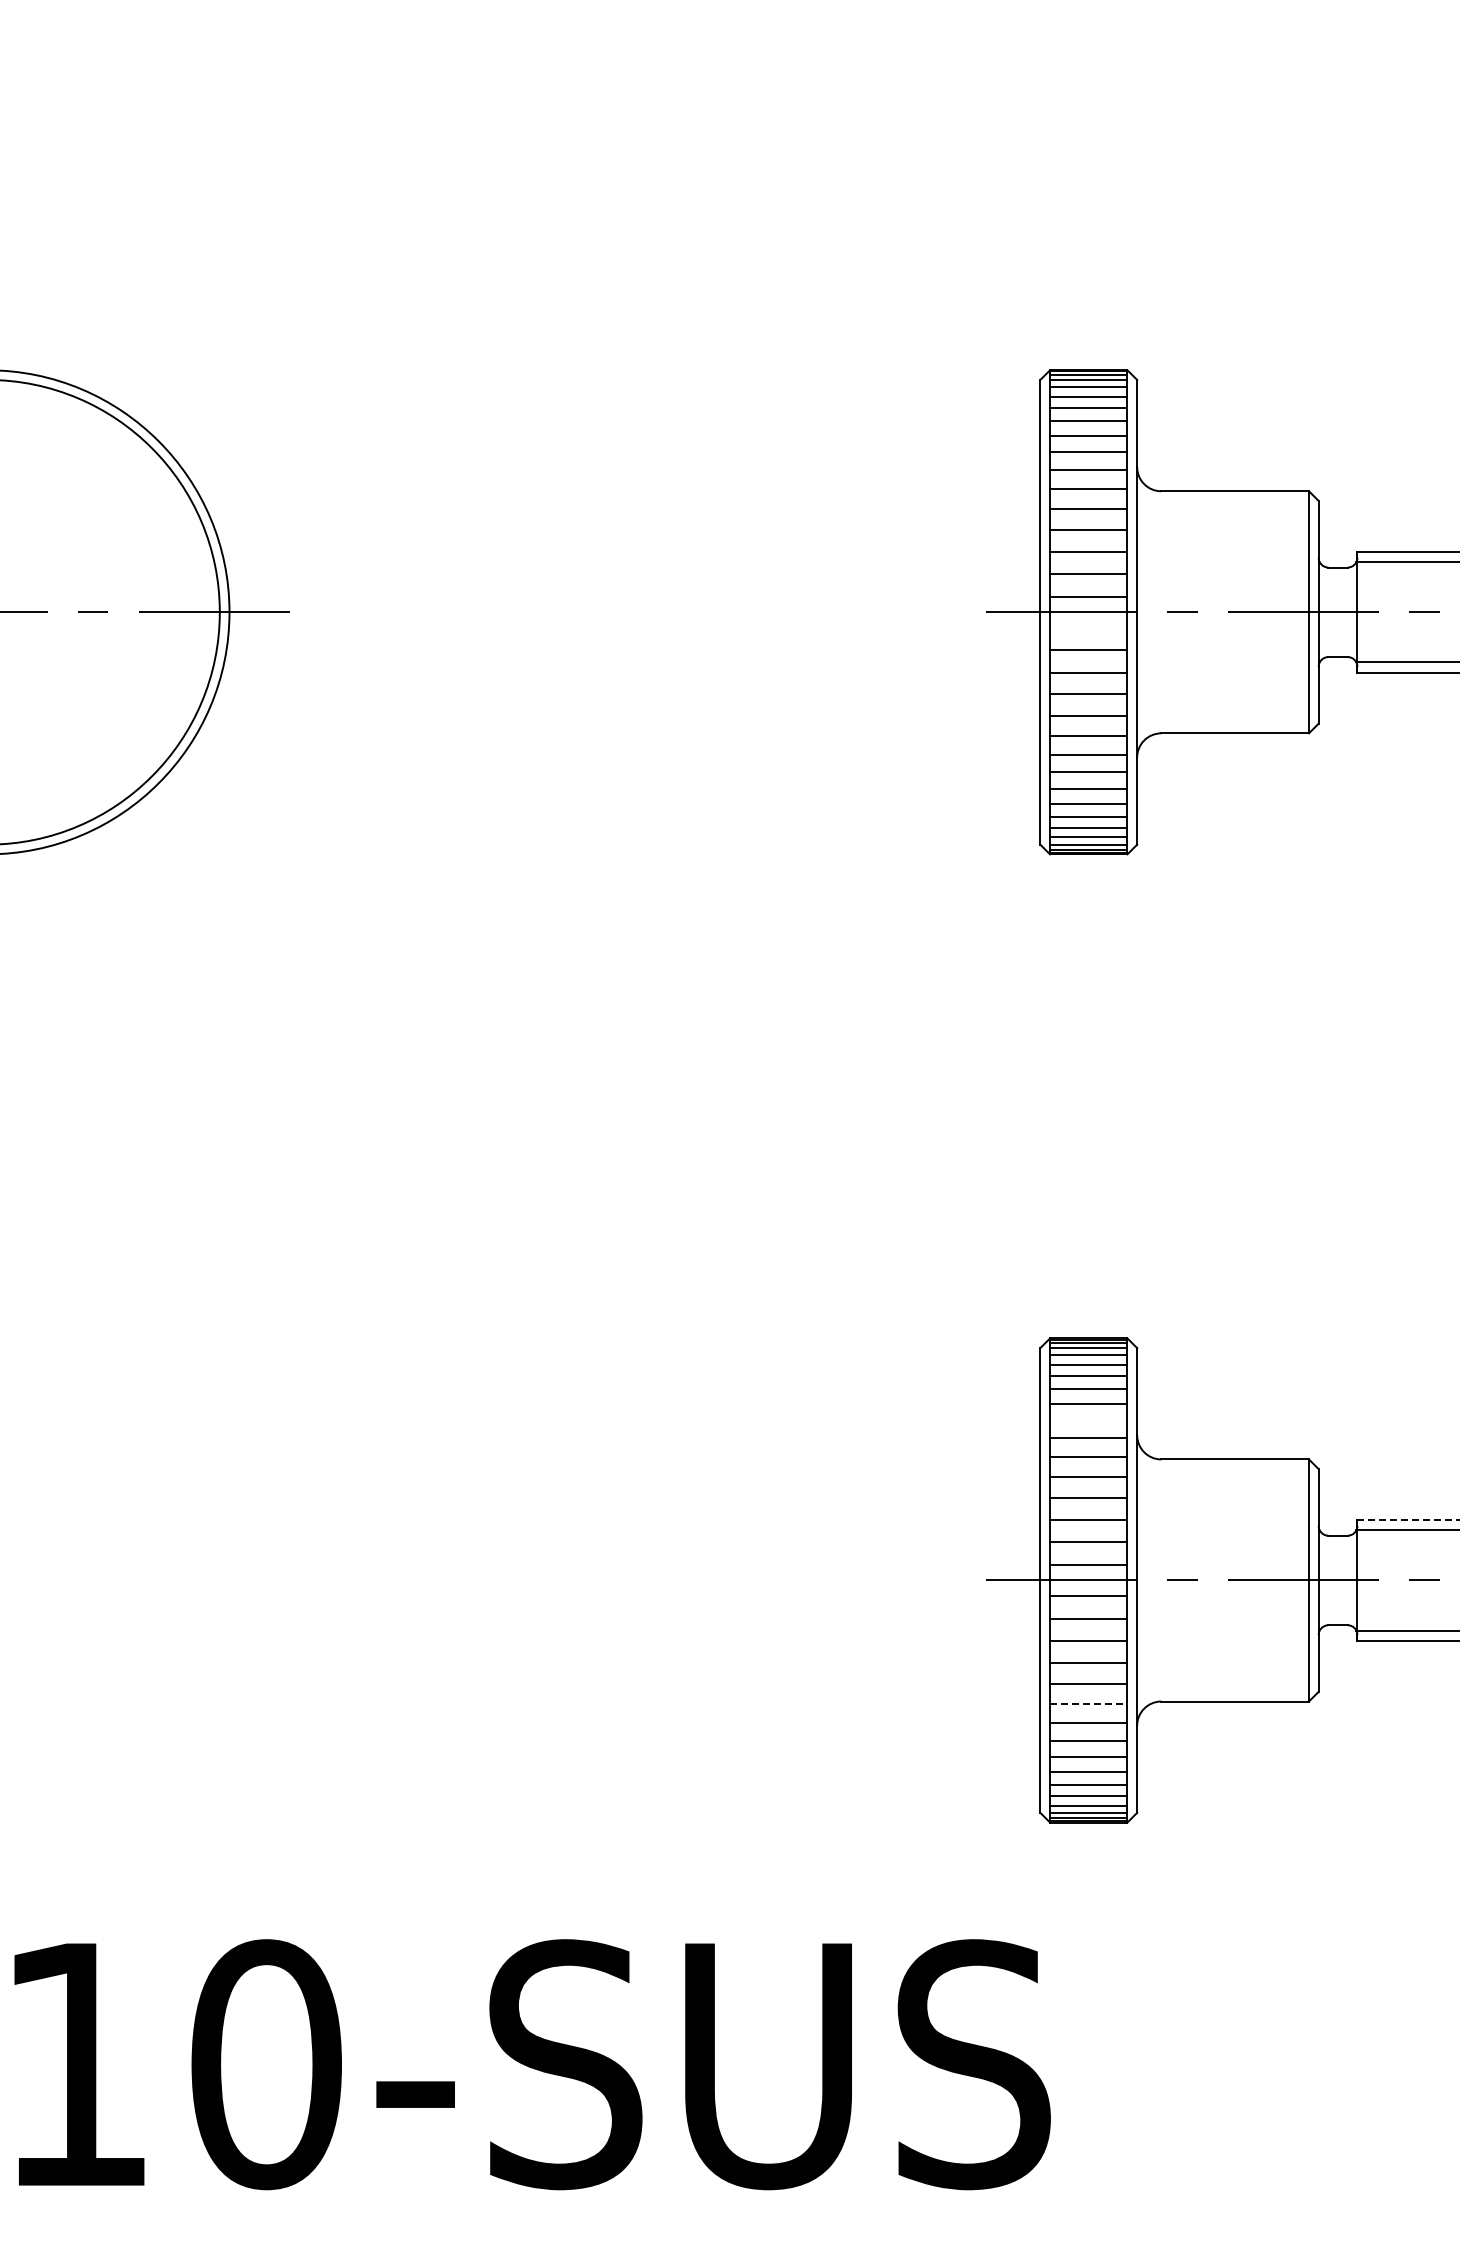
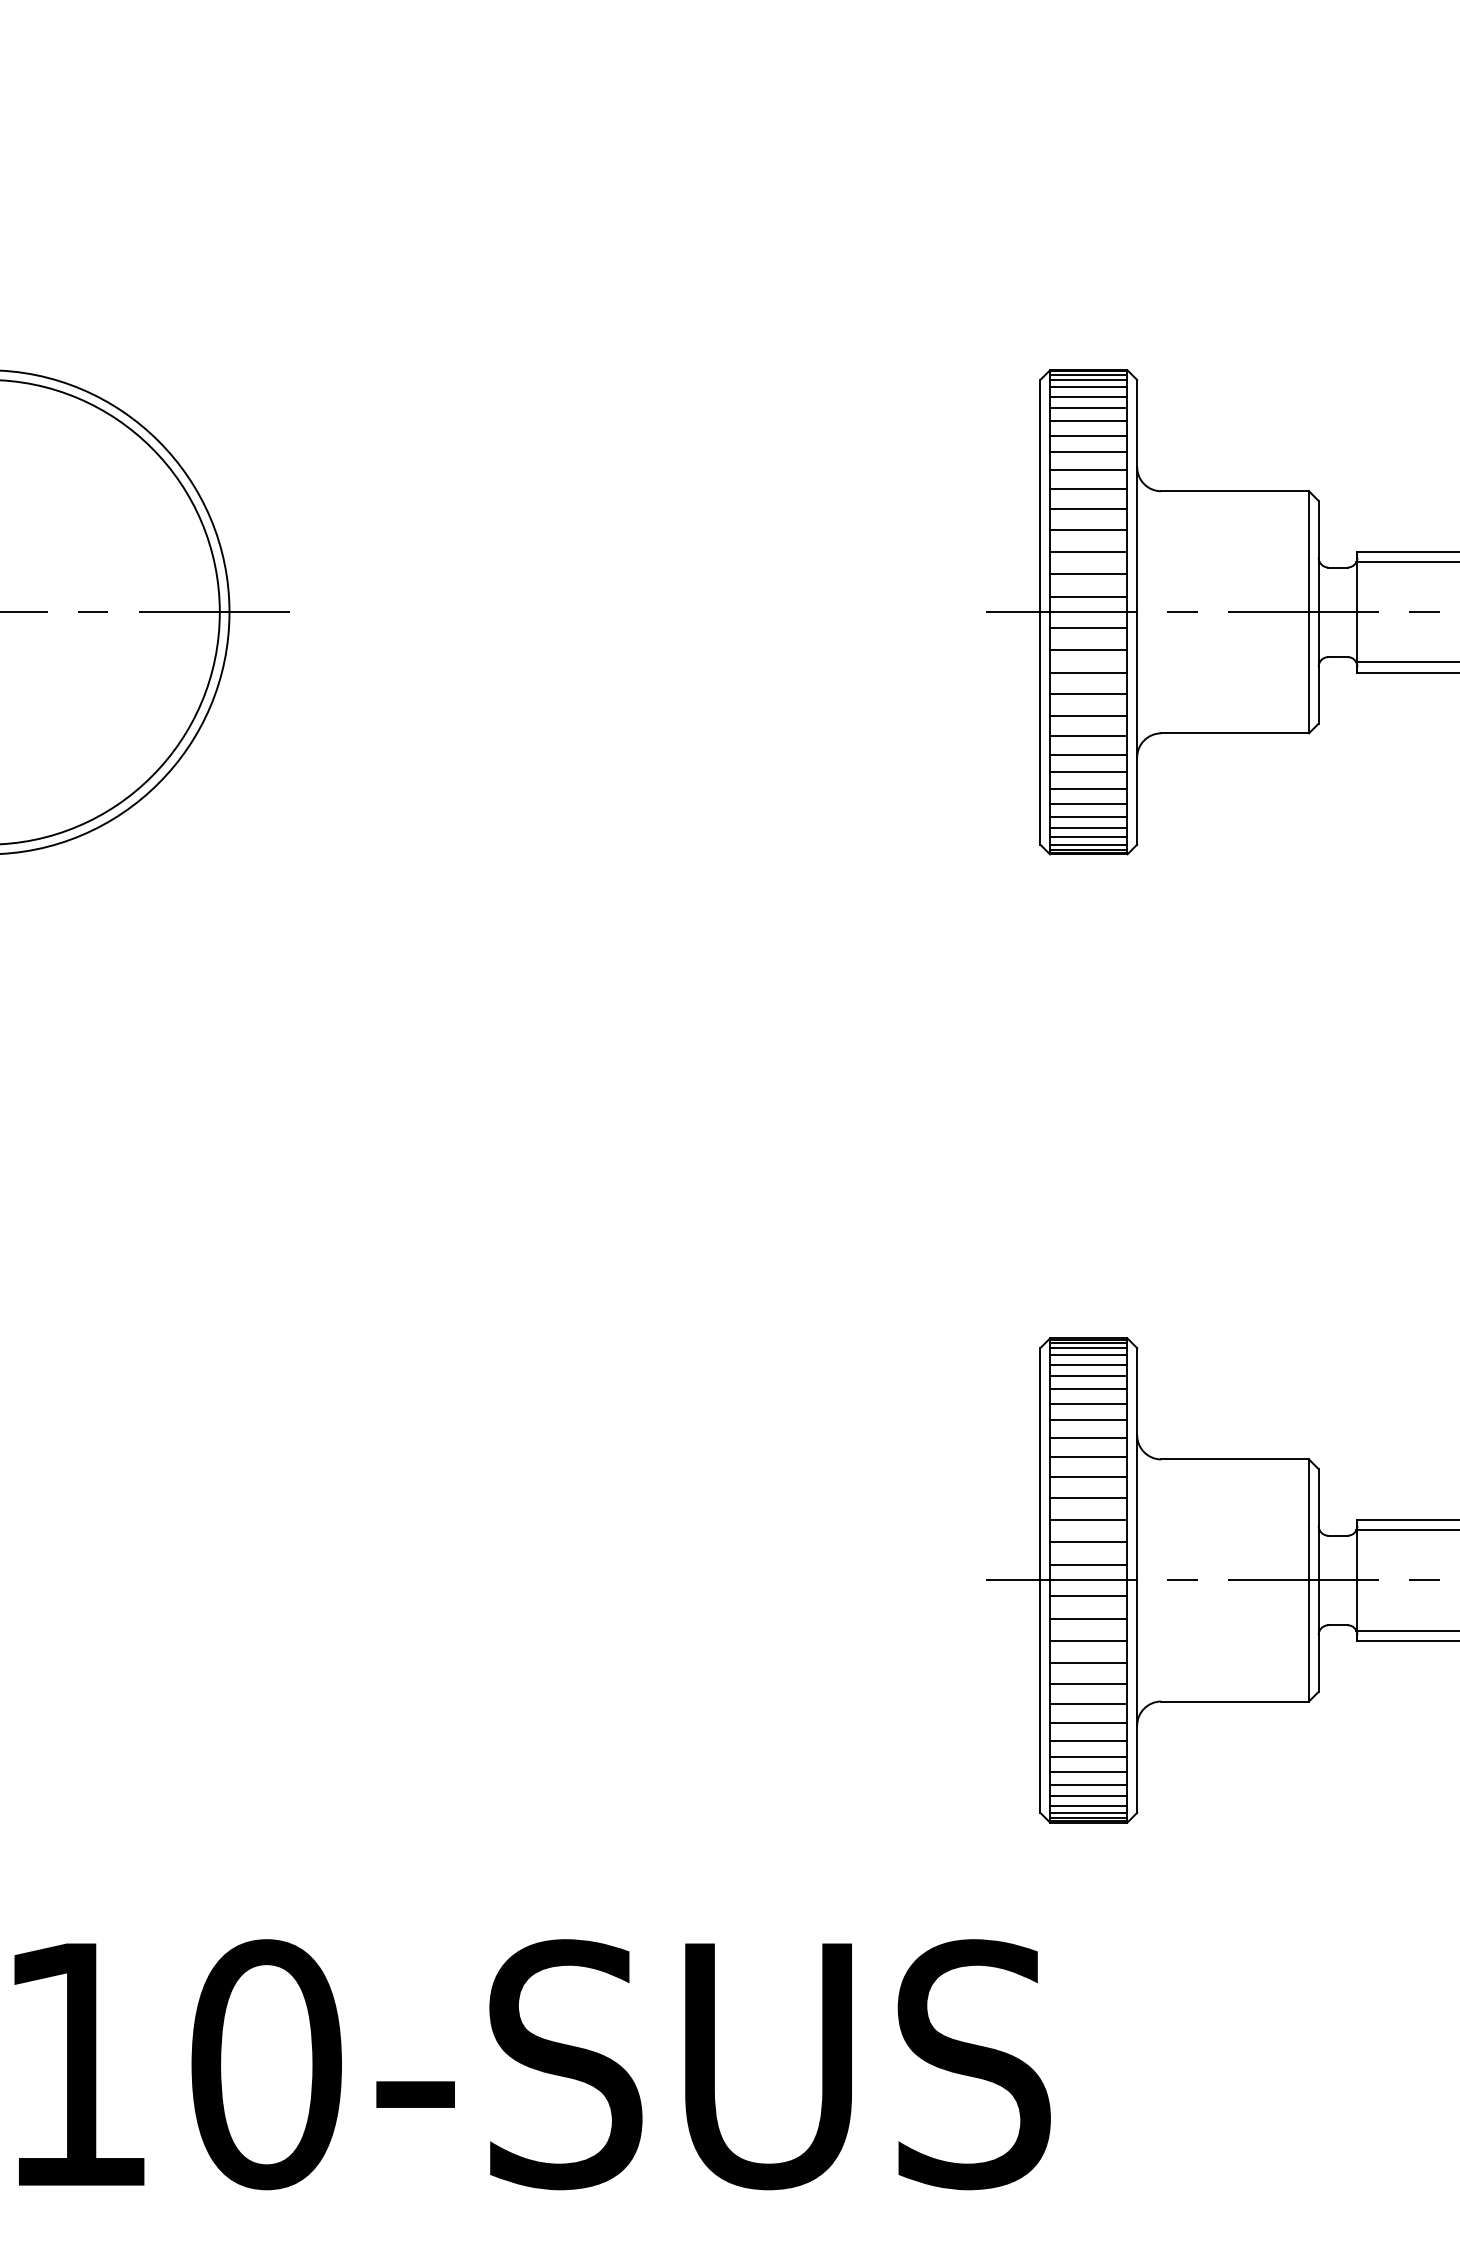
line at (1088, 627): none -> present
line at (1088, 1420): none -> present
line at (1409, 1519): dashed -> solid
line at (1088, 1703): dashed -> solid
